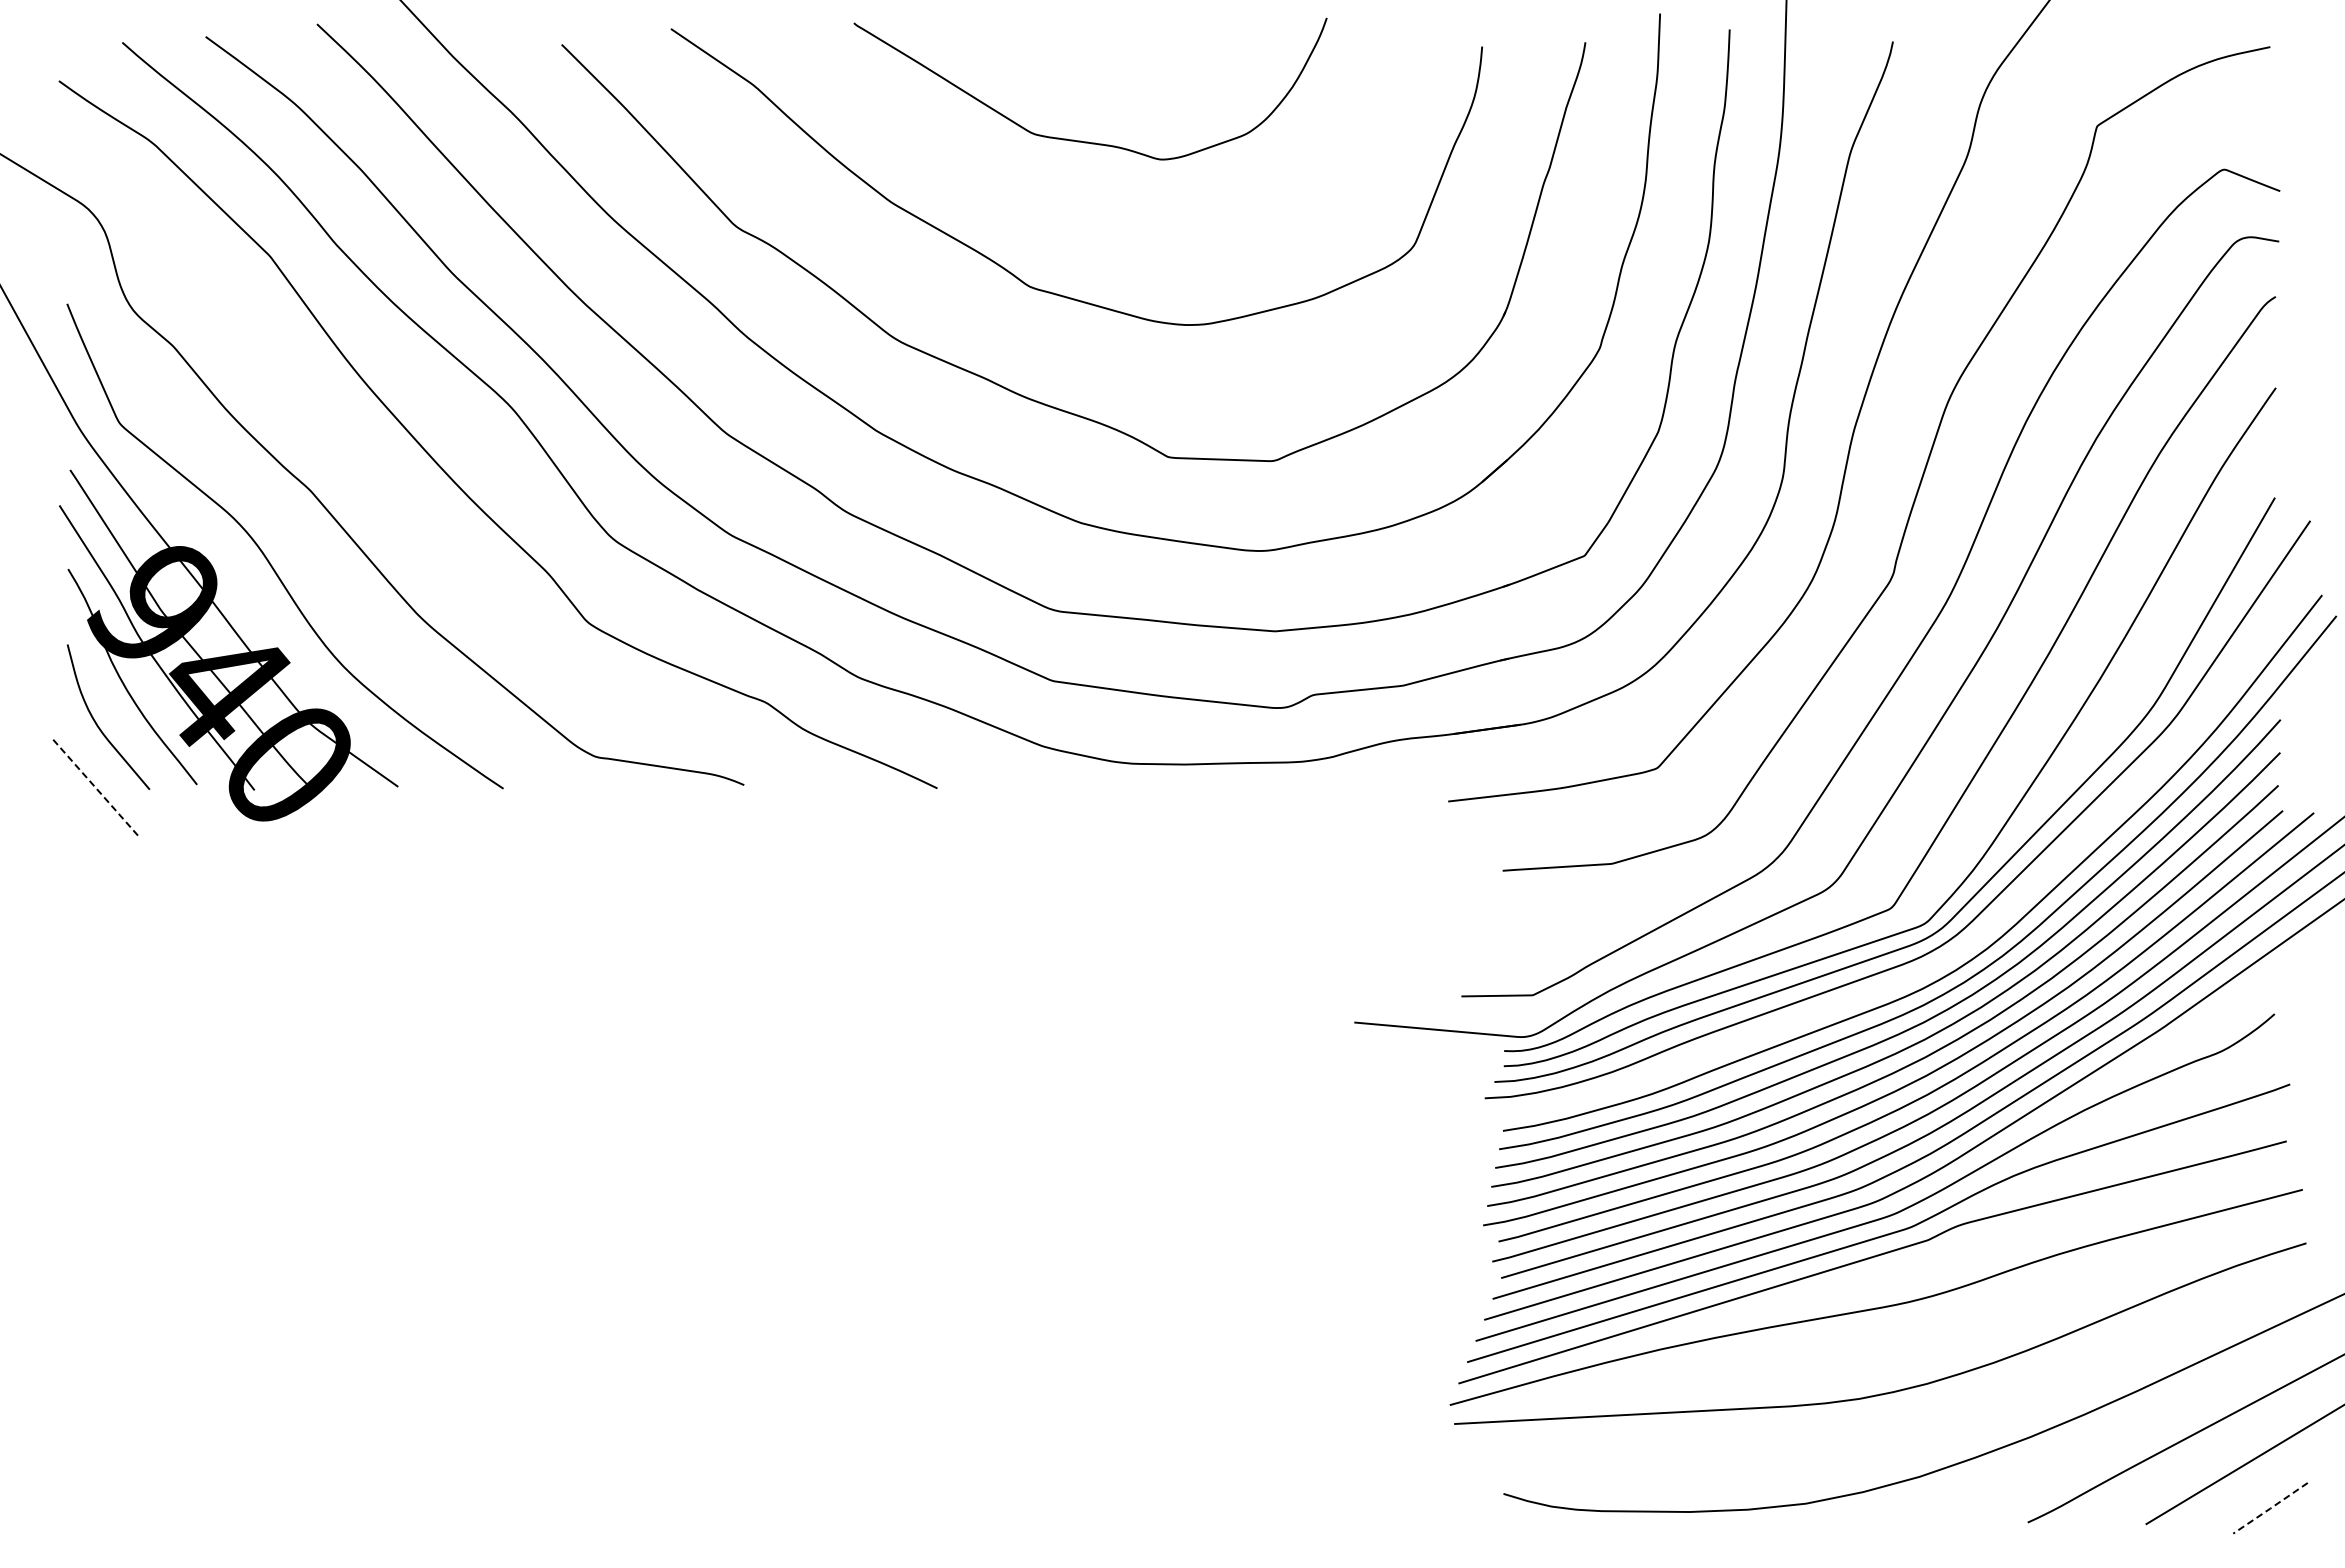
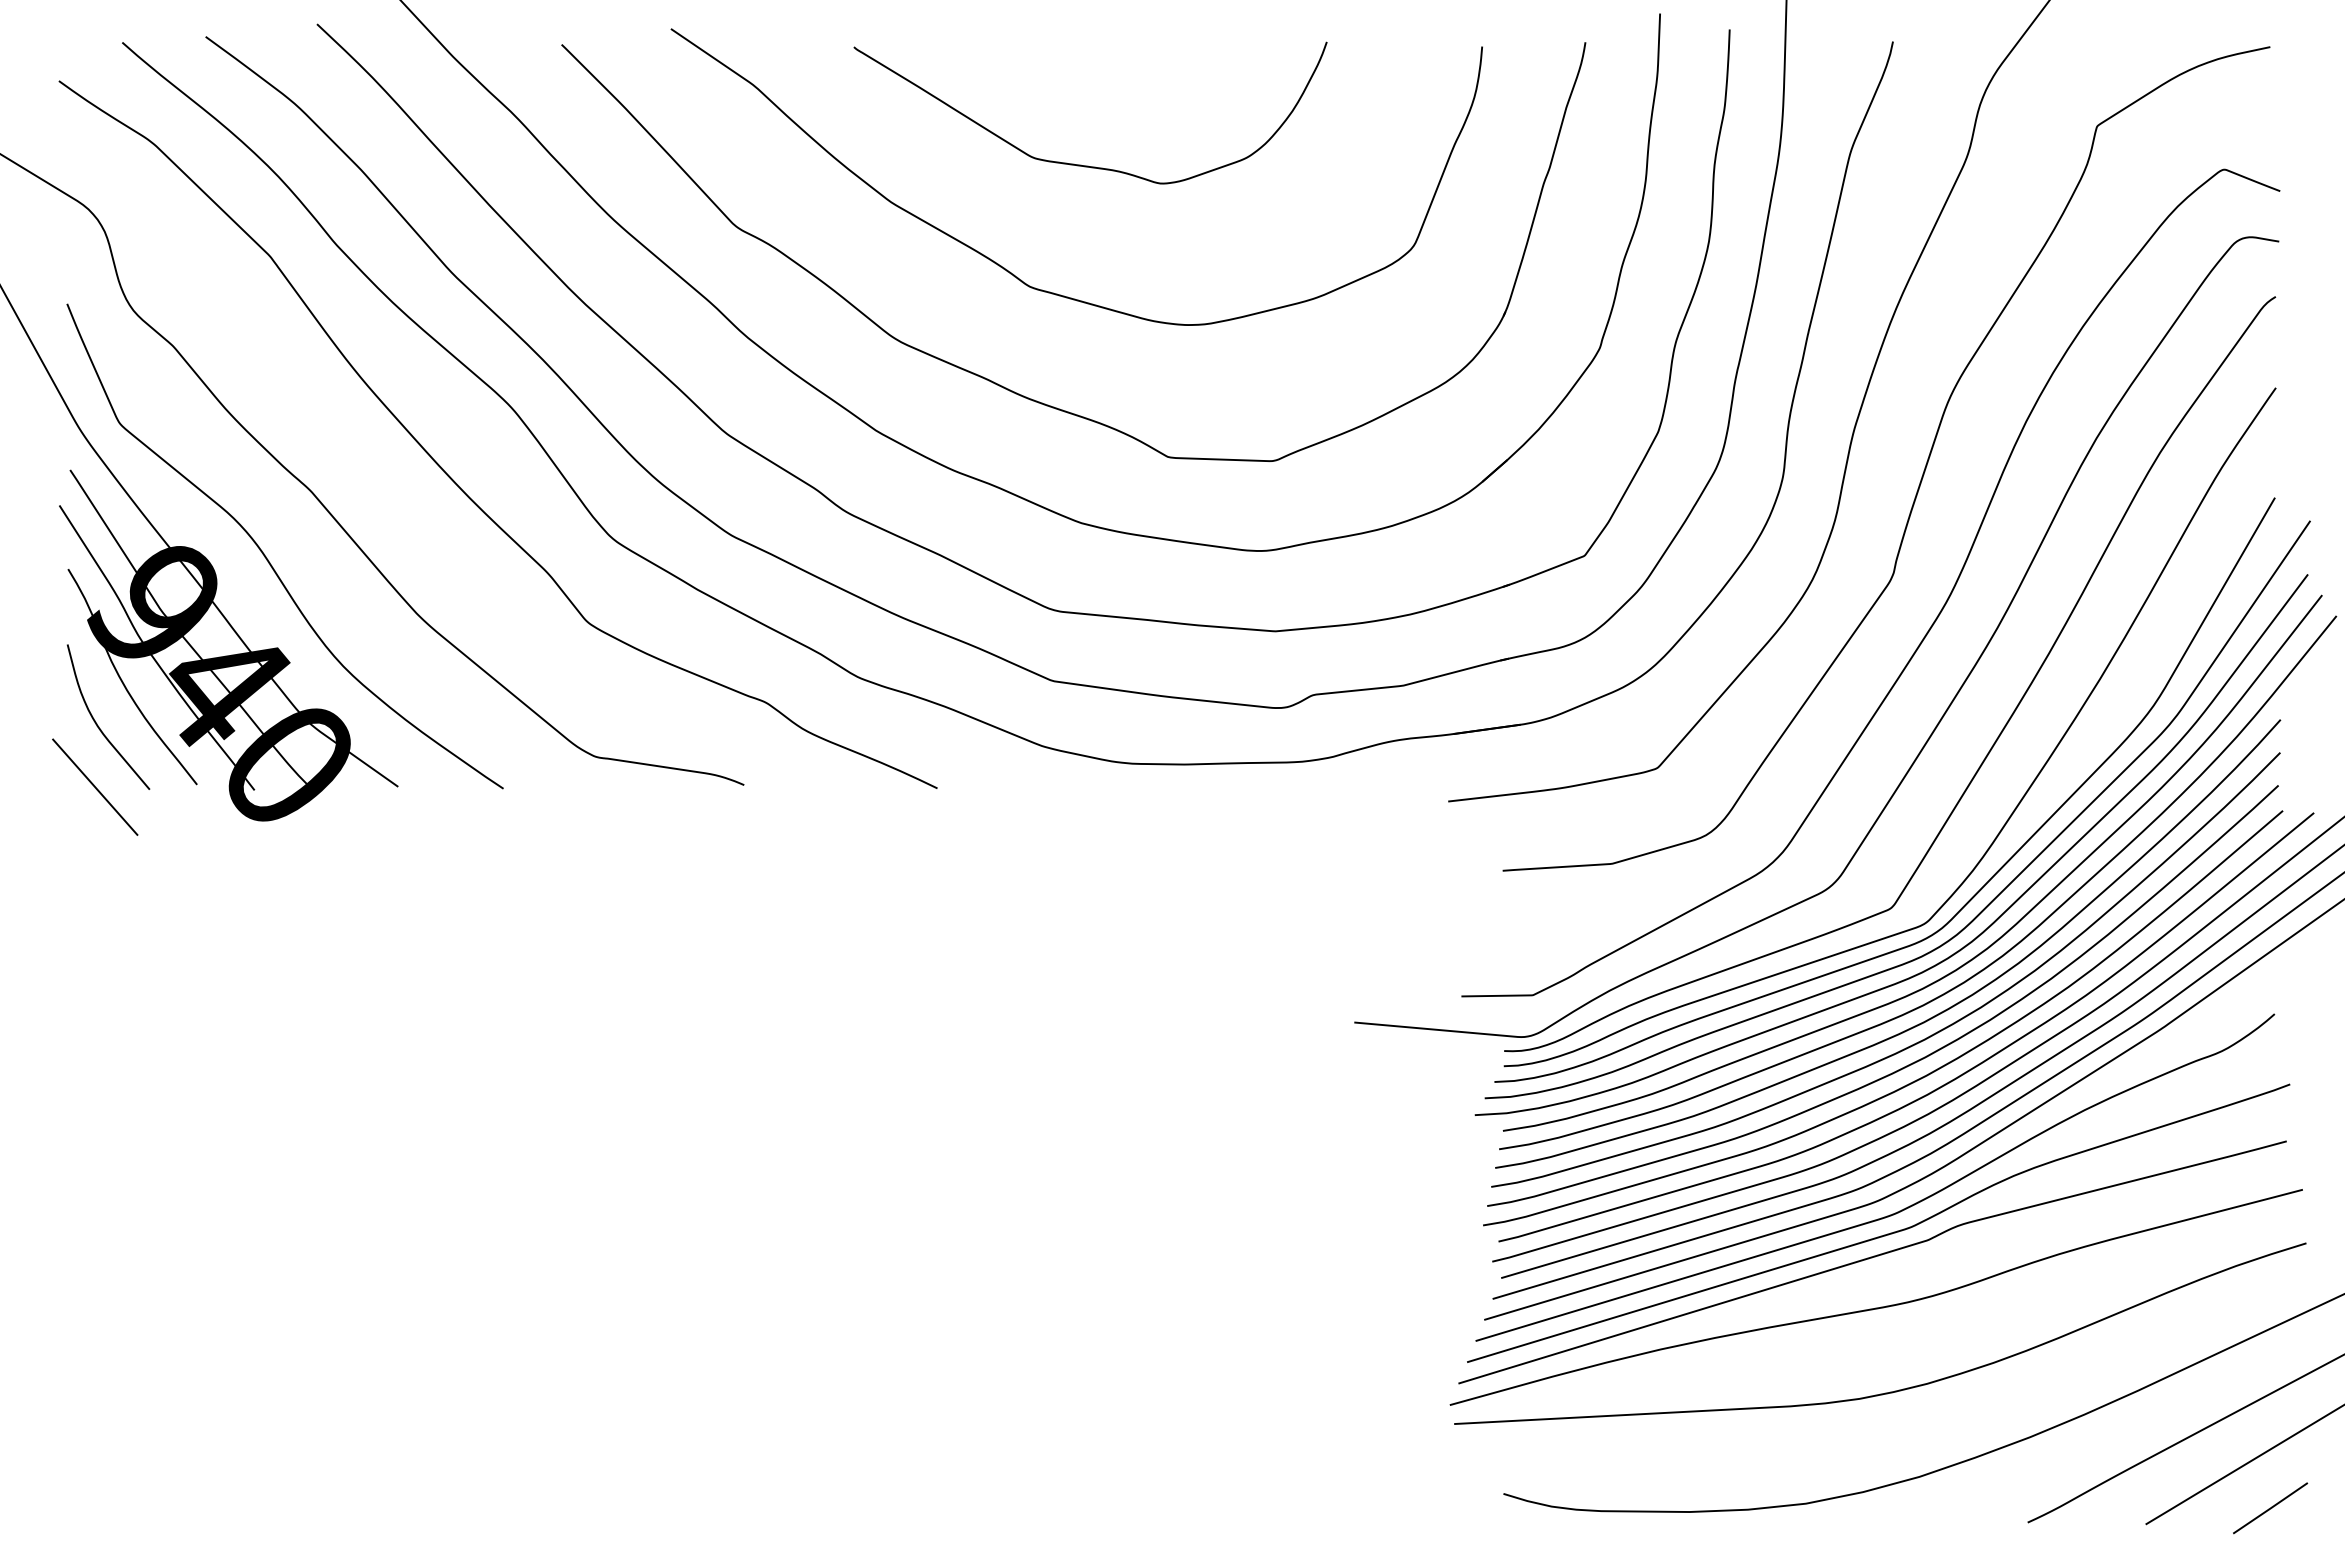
curve at (1081, 140) position: (1081, 140) -> (1081, 164)
line at (95, 787): dashed -> solid
curve at (1964, 945): none -> present
line at (2270, 1508): dashed -> solid
